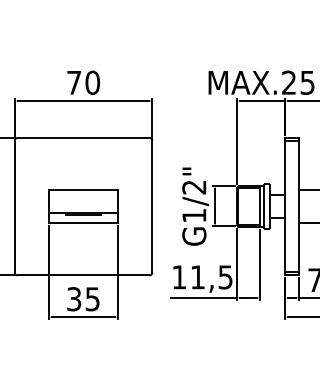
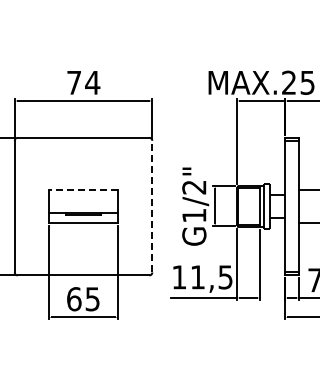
text at (92, 82): 70 -> 74
line at (83, 190): solid -> dashed
line at (152, 206): solid -> dashed
text at (74, 299): 35 -> 65
